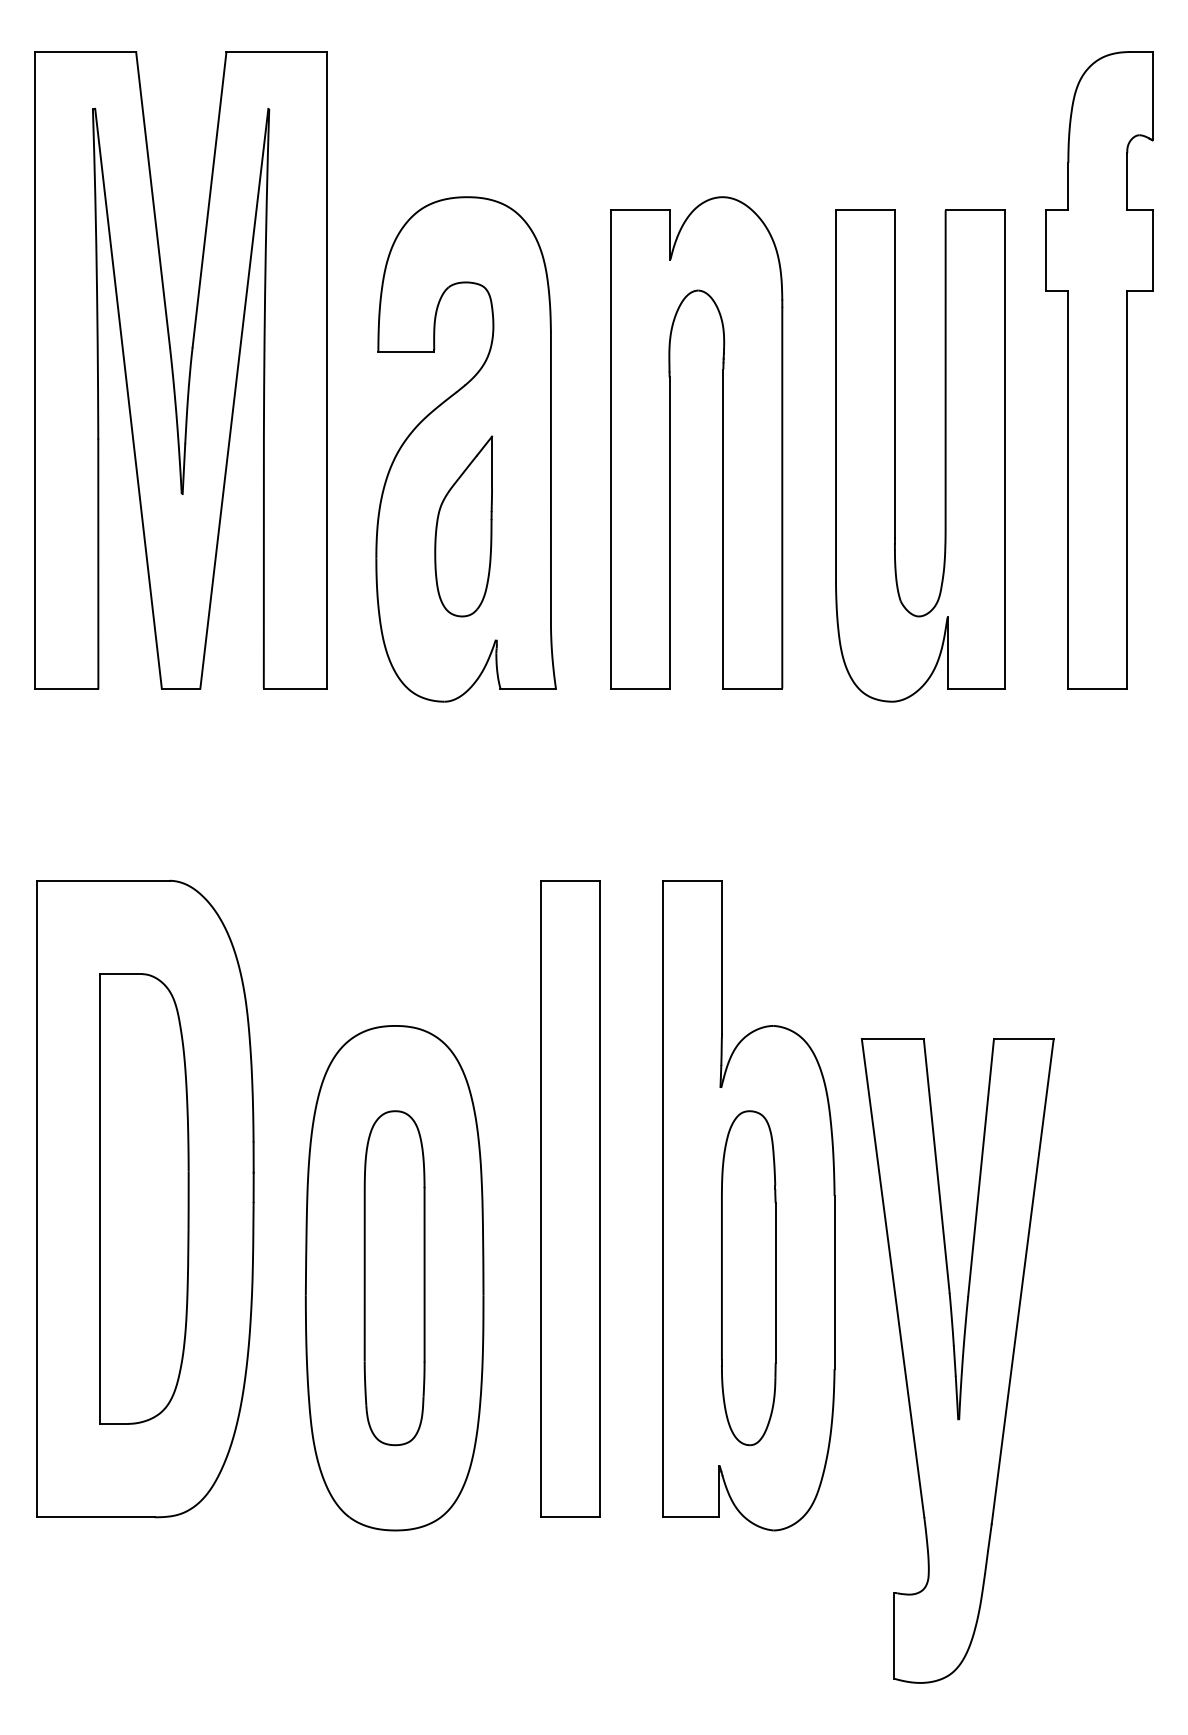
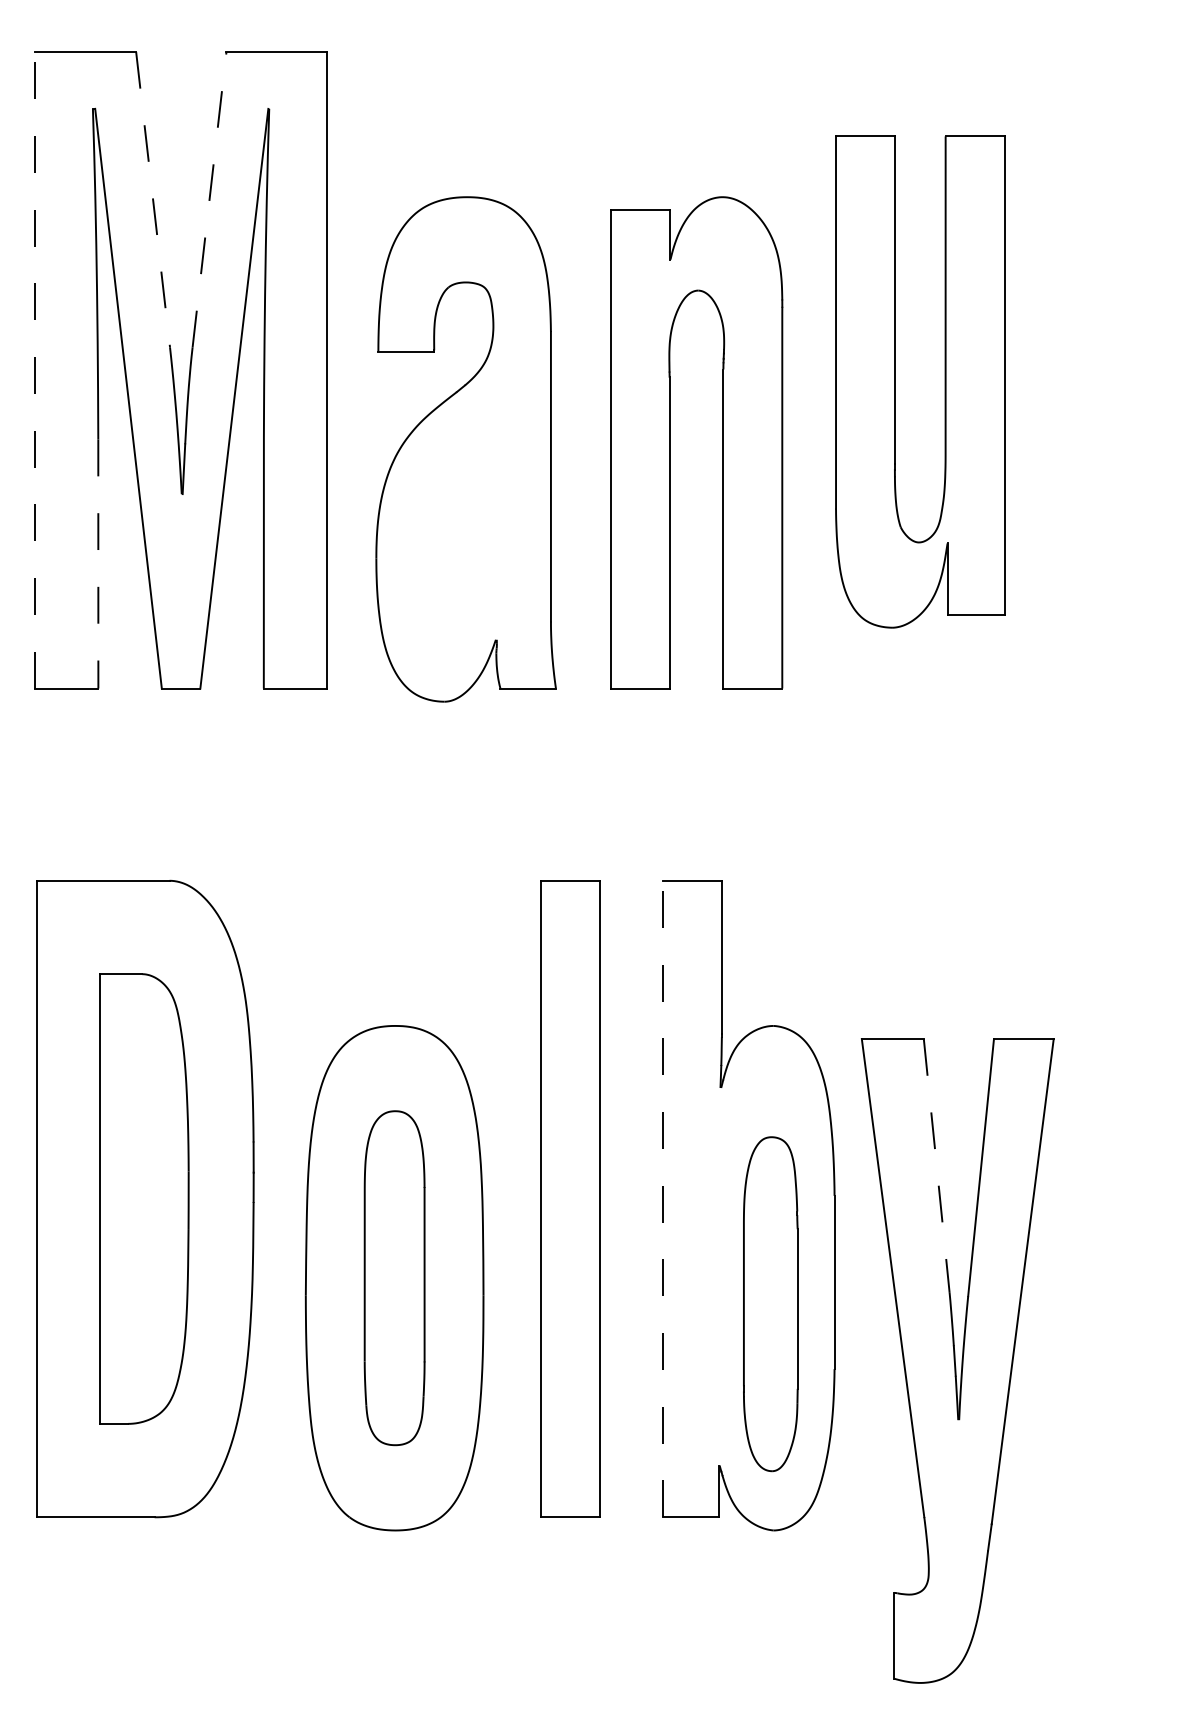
line at (153, 199): solid -> dashed
line at (209, 199): solid -> dashed
line at (35, 369): solid -> dashed
part at (1099, 370): present -> none
part at (944, 455) position: (944, 455) -> (944, 381)
part at (463, 526): present -> none
line at (98, 564): solid -> dashed
line at (936, 1166): solid -> dashed
line at (663, 1198): solid -> dashed
part at (748, 1278) position: (748, 1278) -> (770, 1304)
